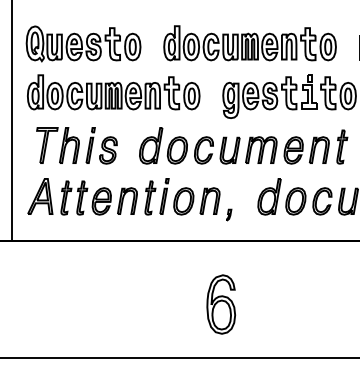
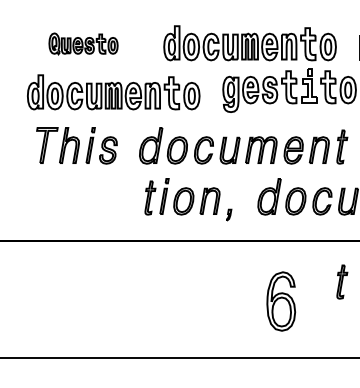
part at (83, 43) size: 117x38 px -> 71x24 px
part at (289, 96) position: (289, 96) -> (289, 90)
line at (11, 121): present -> none
part at (82, 196): present -> none
part at (342, 281): none -> present
part at (221, 304) position: (221, 304) -> (281, 301)
